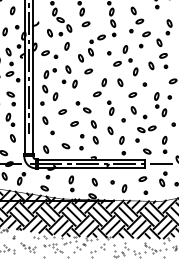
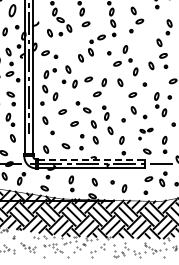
part at (12, 10) size: 6x10 px -> 9x14 px
part at (144, 39): present -> none
part at (66, 46): present -> none
part at (88, 71) position: (88, 71) -> (88, 79)
part at (110, 107) position: (110, 107) -> (105, 112)
part at (145, 133) size: 22x18 px -> 16x14 px
line at (91, 159): solid -> dashed
part at (142, 178) position: (142, 178) -> (148, 178)
